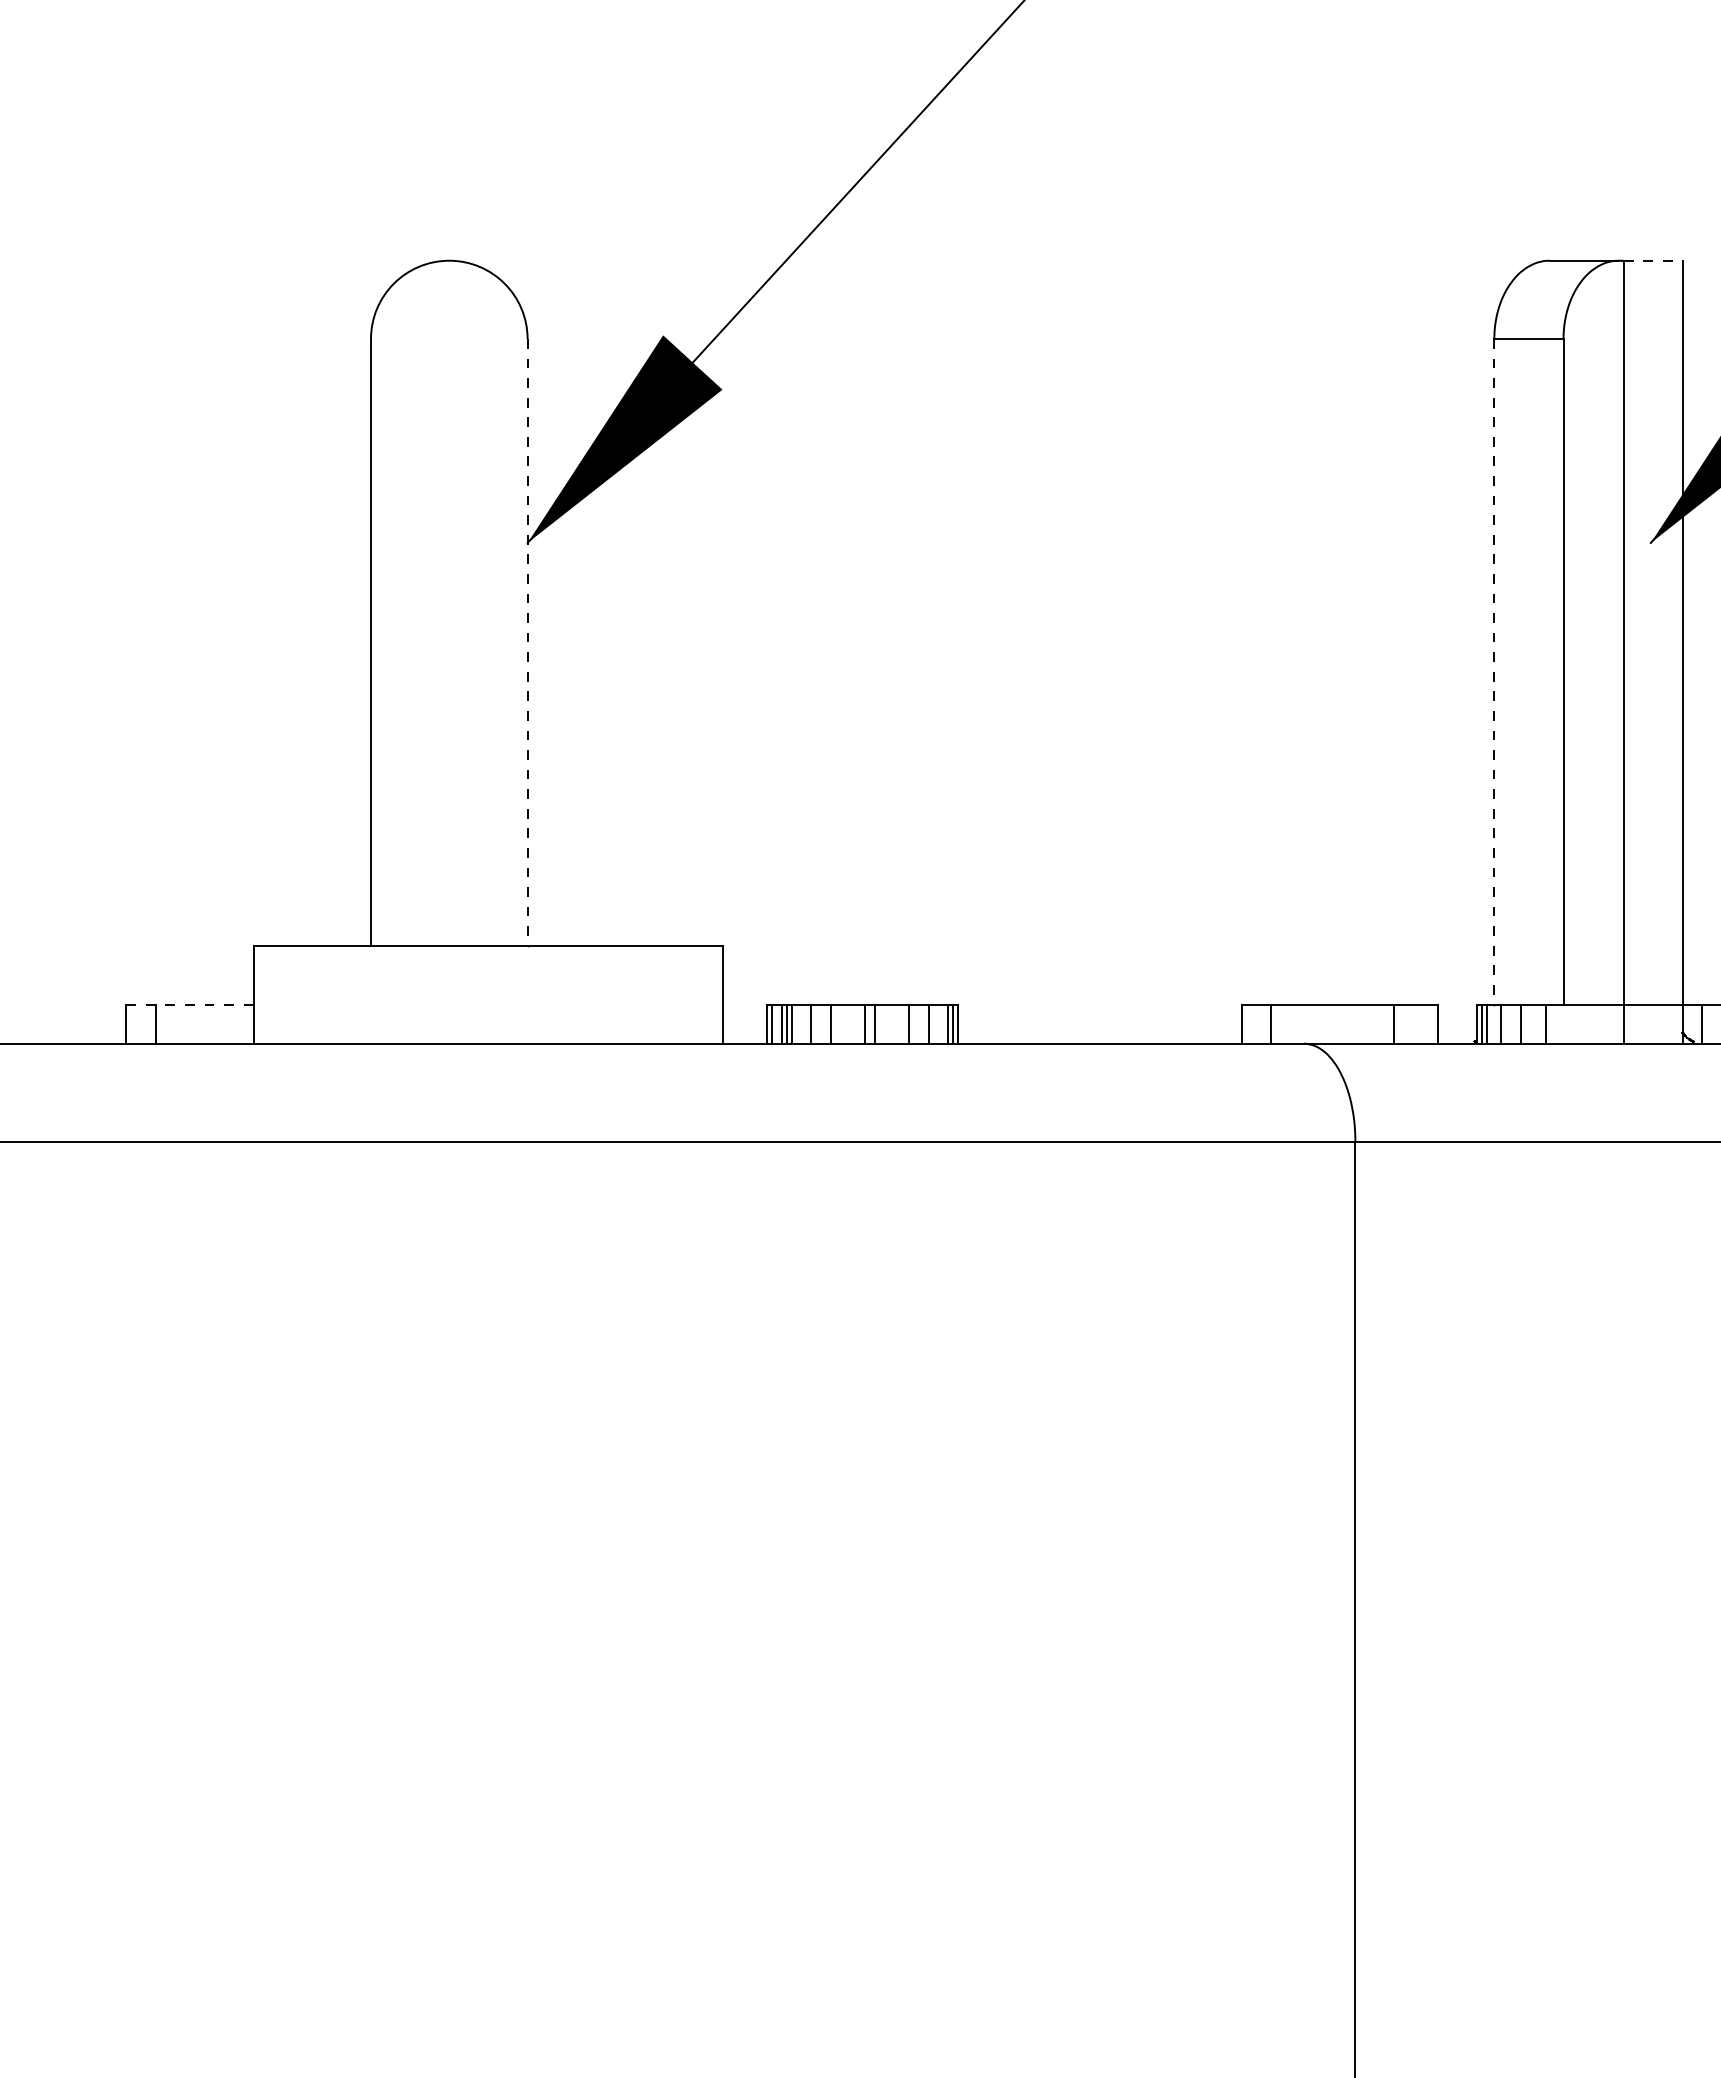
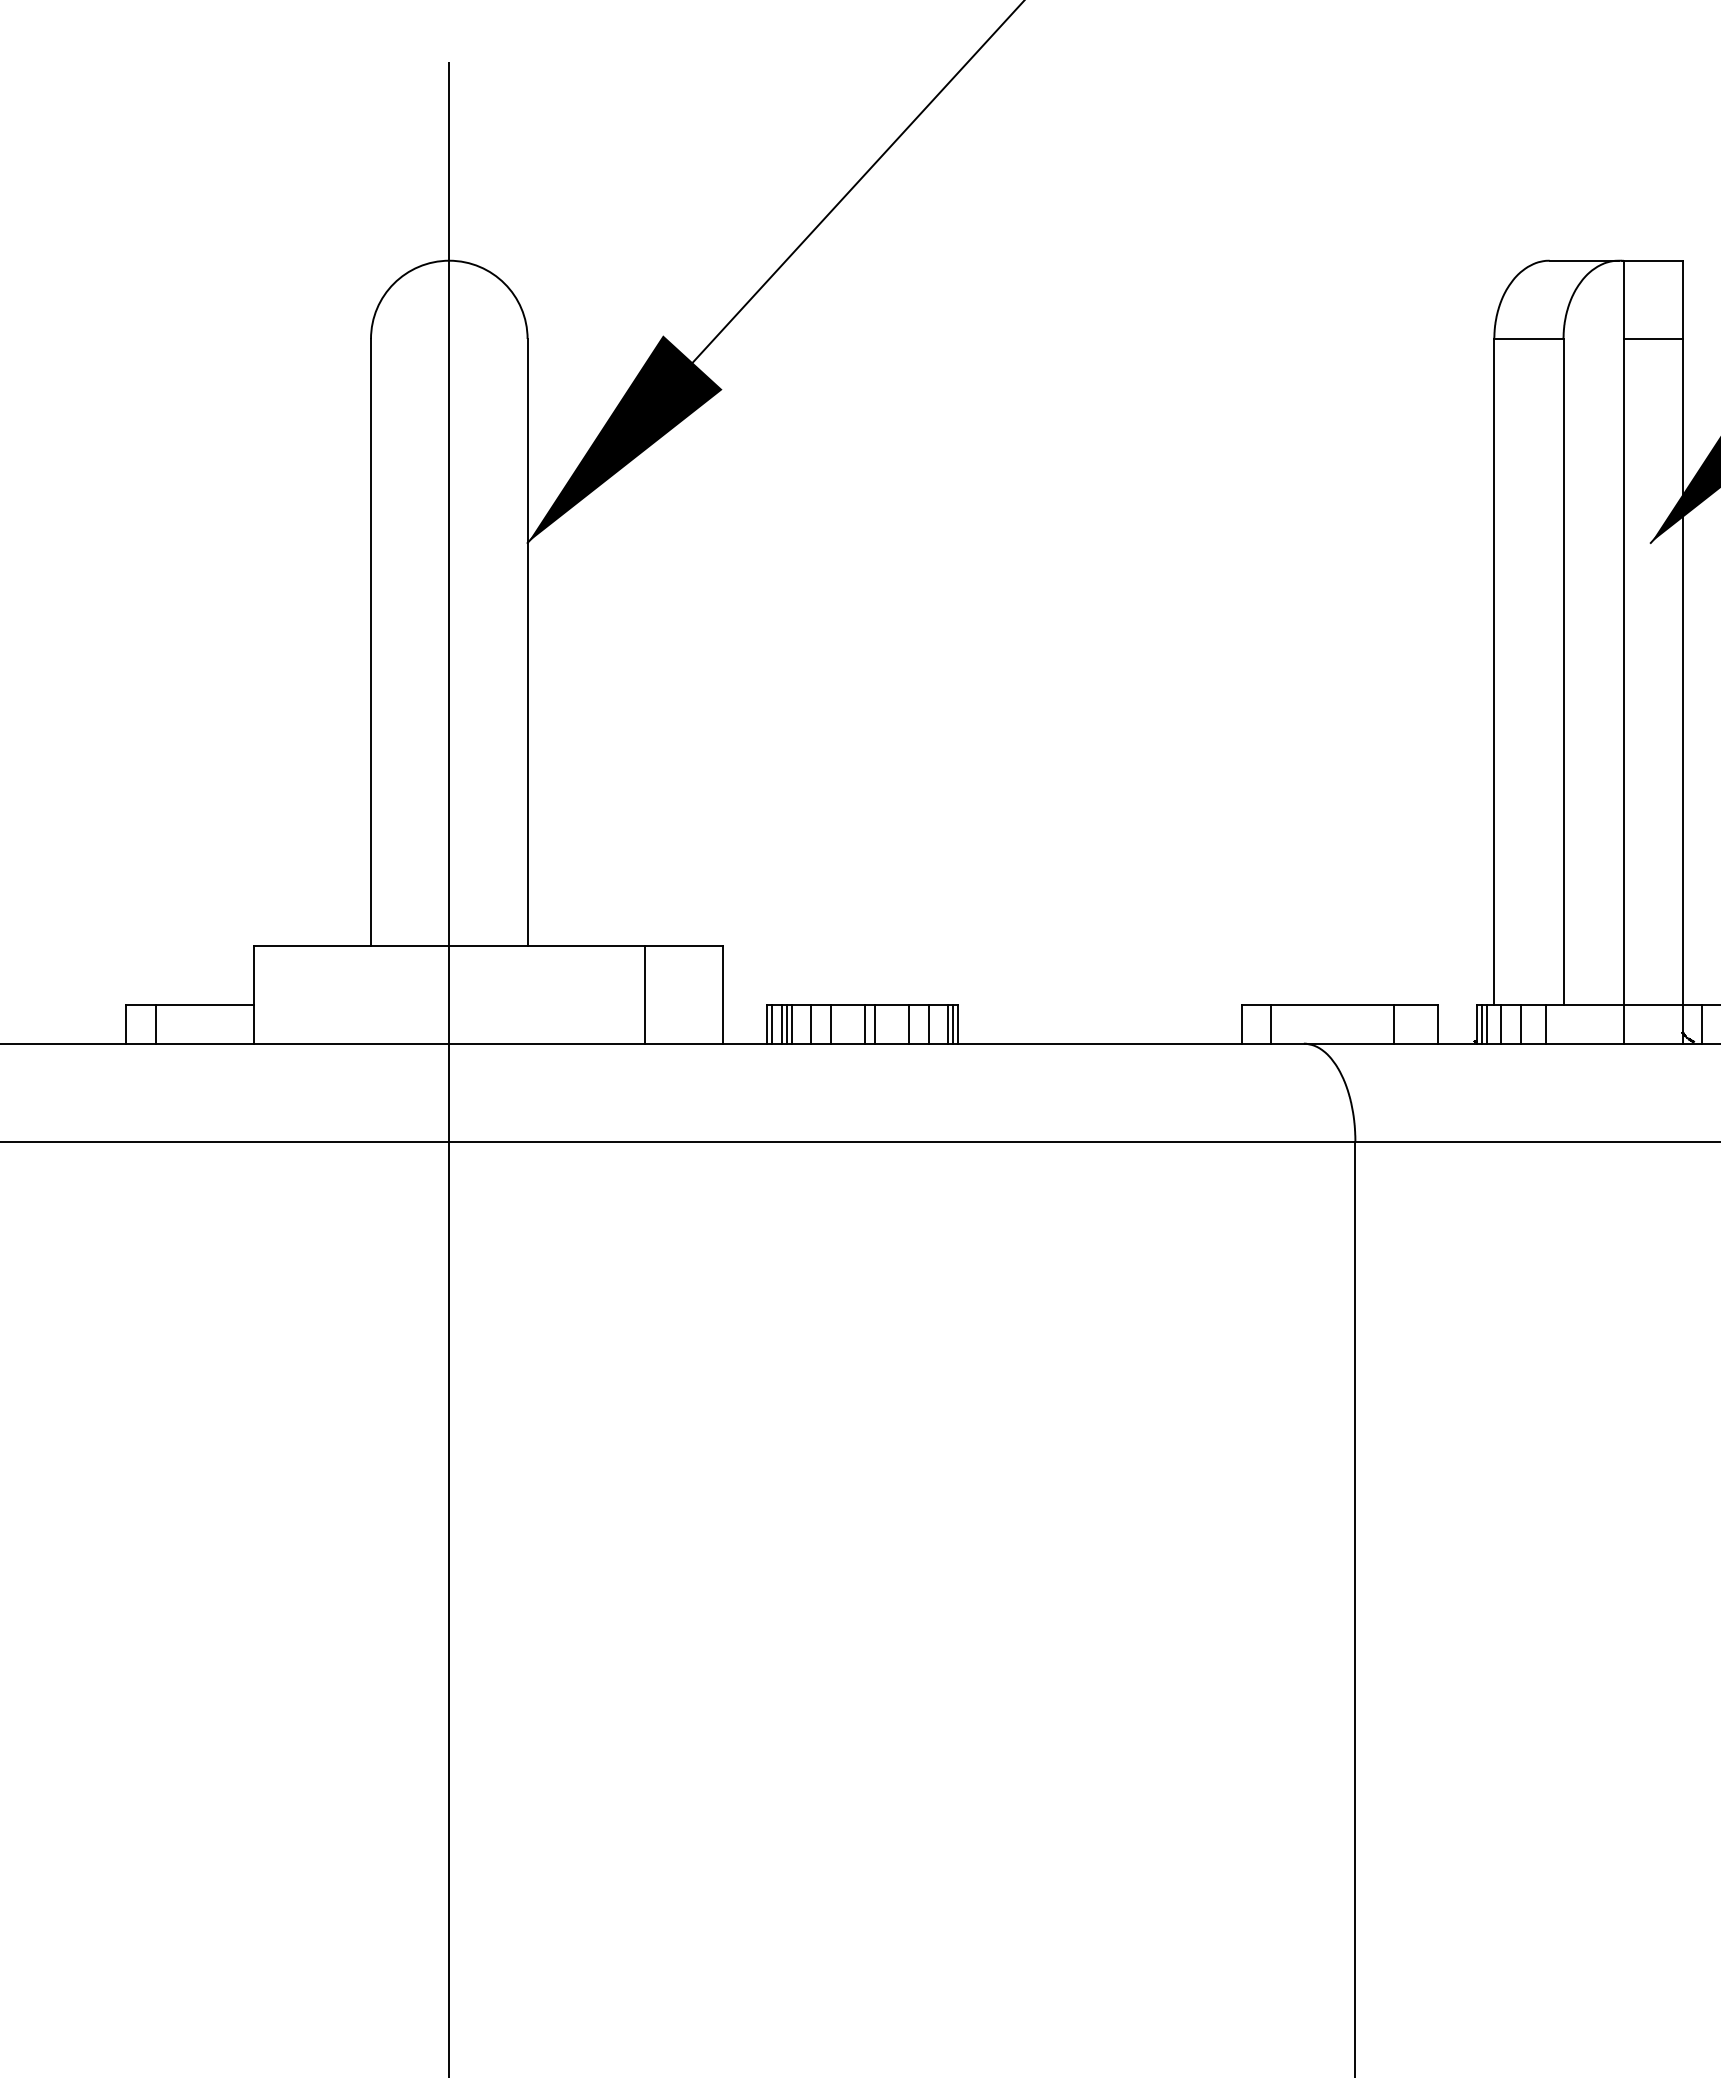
line at (1653, 260): dashed -> solid
line at (1652, 339): none -> present
line at (527, 642): dashed -> solid
line at (1494, 671): dashed -> solid
line at (645, 994): none -> present
line at (189, 1004): dashed -> solid
line at (449, 1068): none -> present
